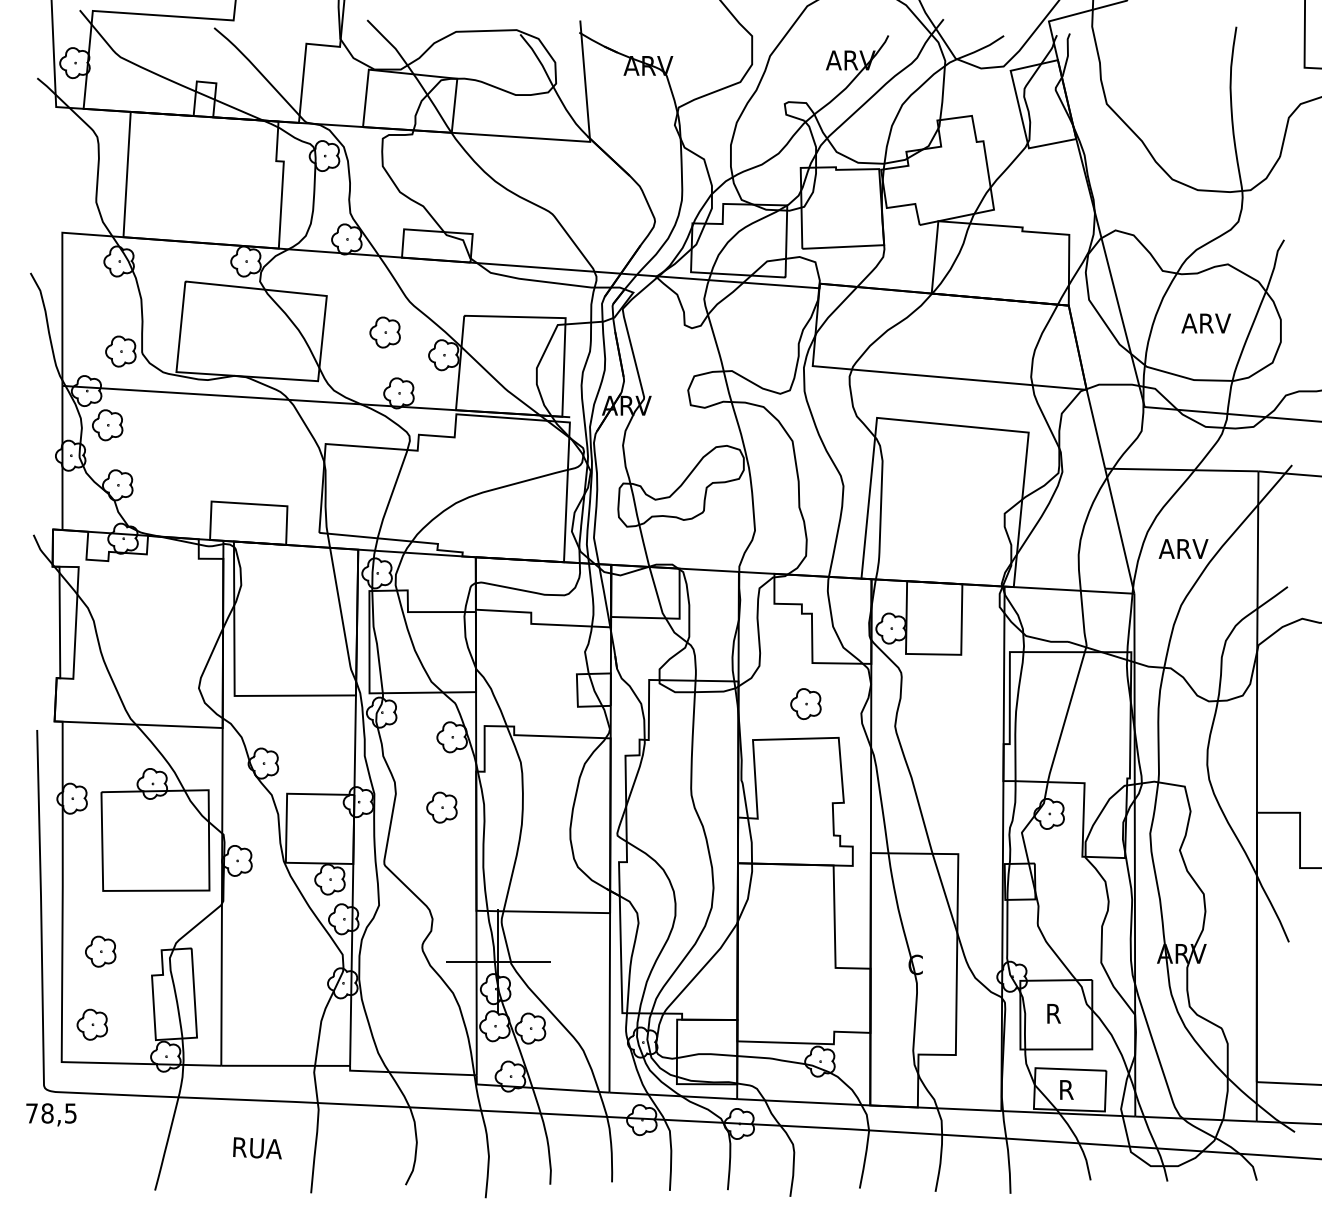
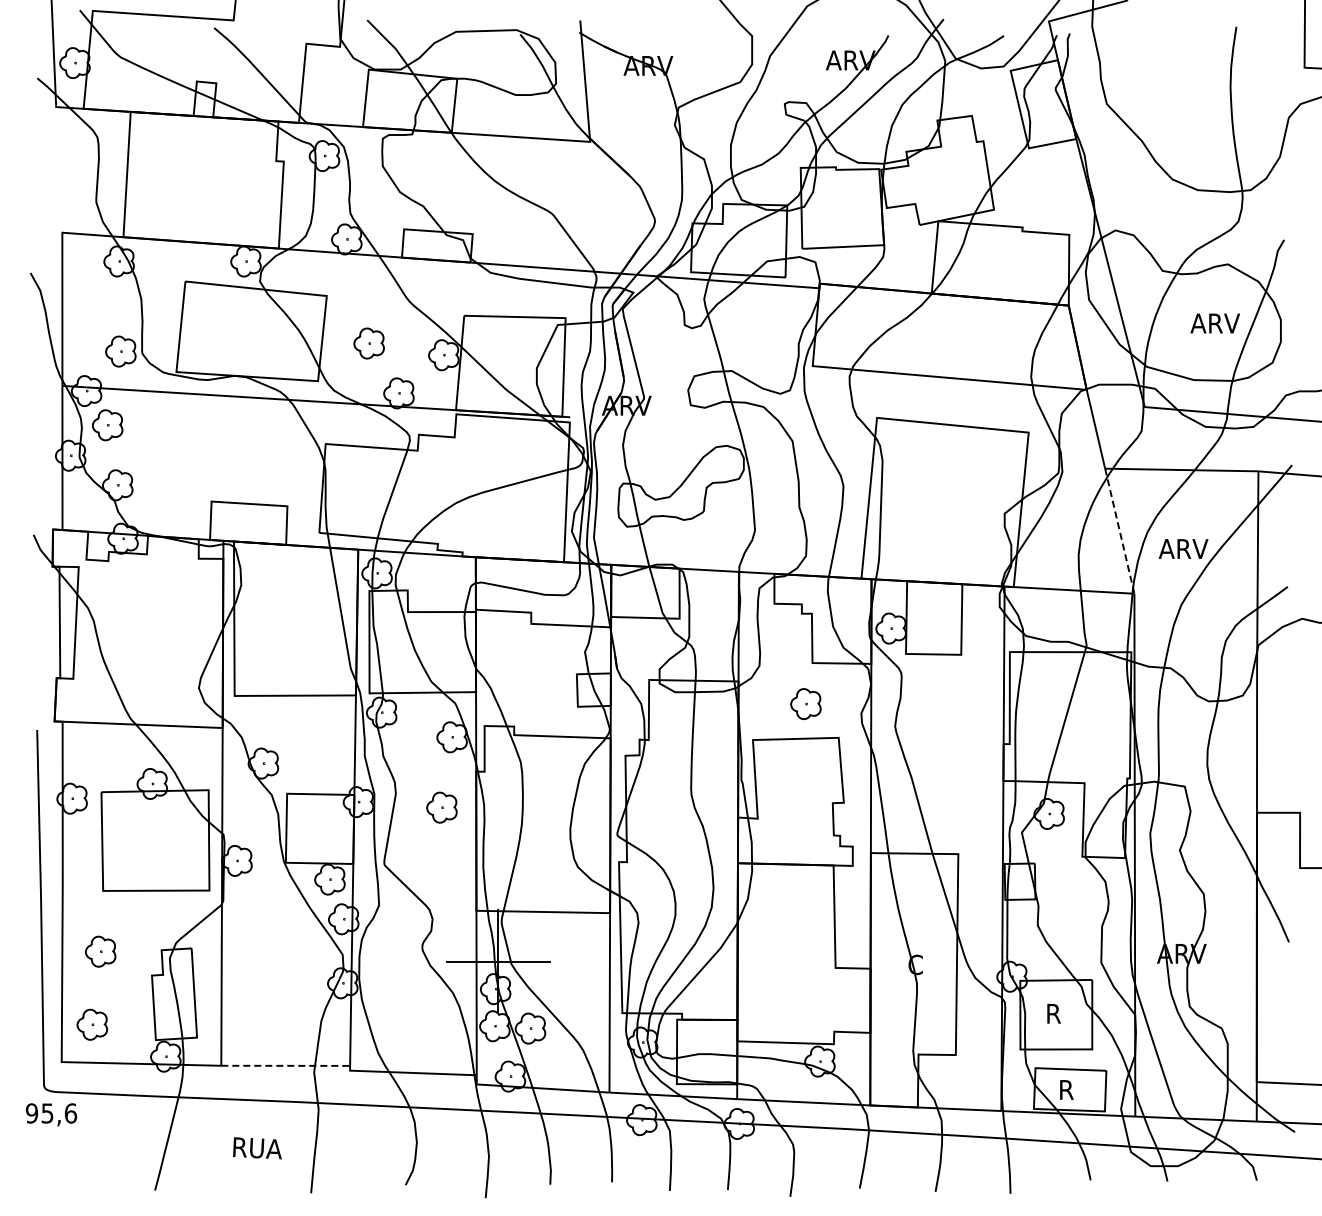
text at (1205, 323) position: (1205, 323) -> (1214, 323)
part at (384, 332) position: (384, 332) -> (368, 343)
line at (1119, 531): solid -> dashed
line at (286, 1065): solid -> dashed
text at (51, 1113): 78,5 -> 95,6
